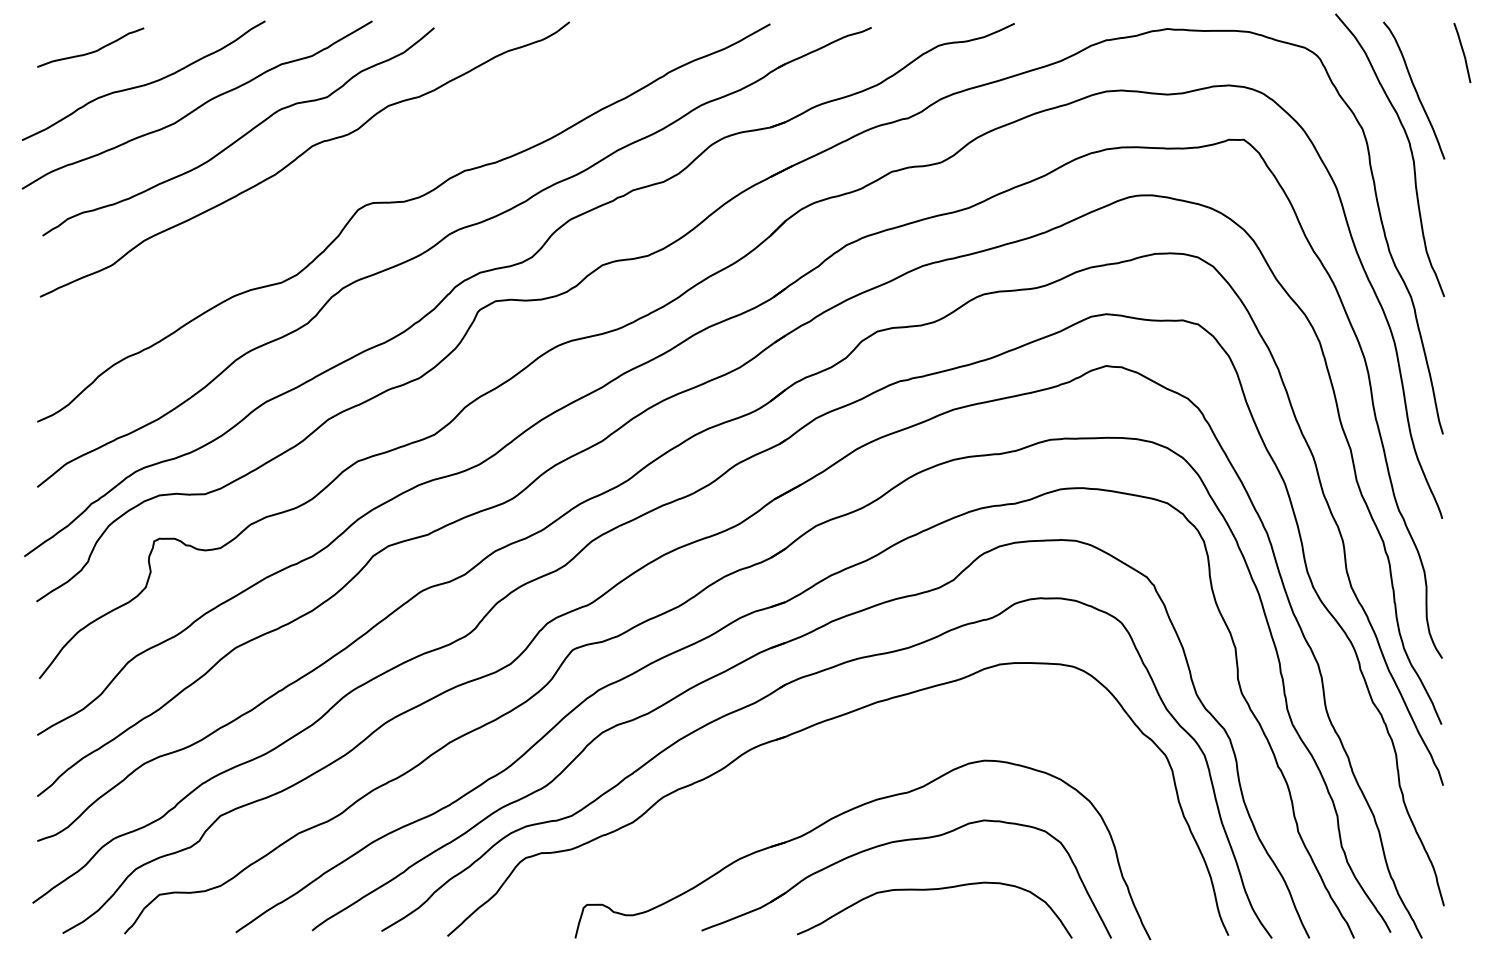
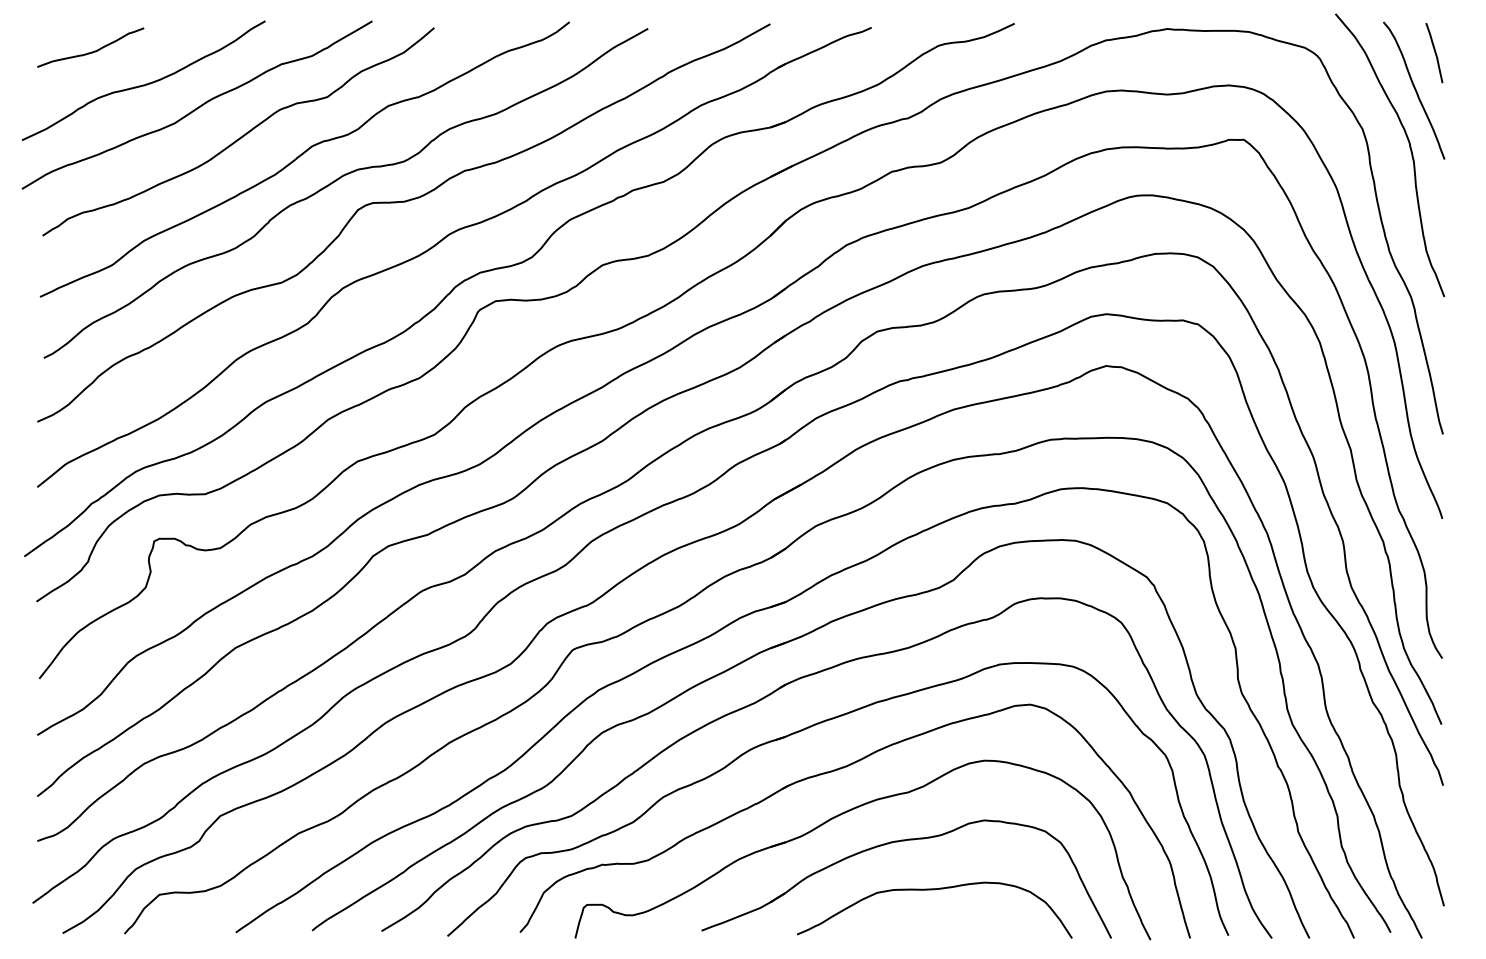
curve at (1462, 53) position: (1462, 53) -> (1434, 53)
curve at (336, 181): none -> present
part at (832, 772): none -> present
